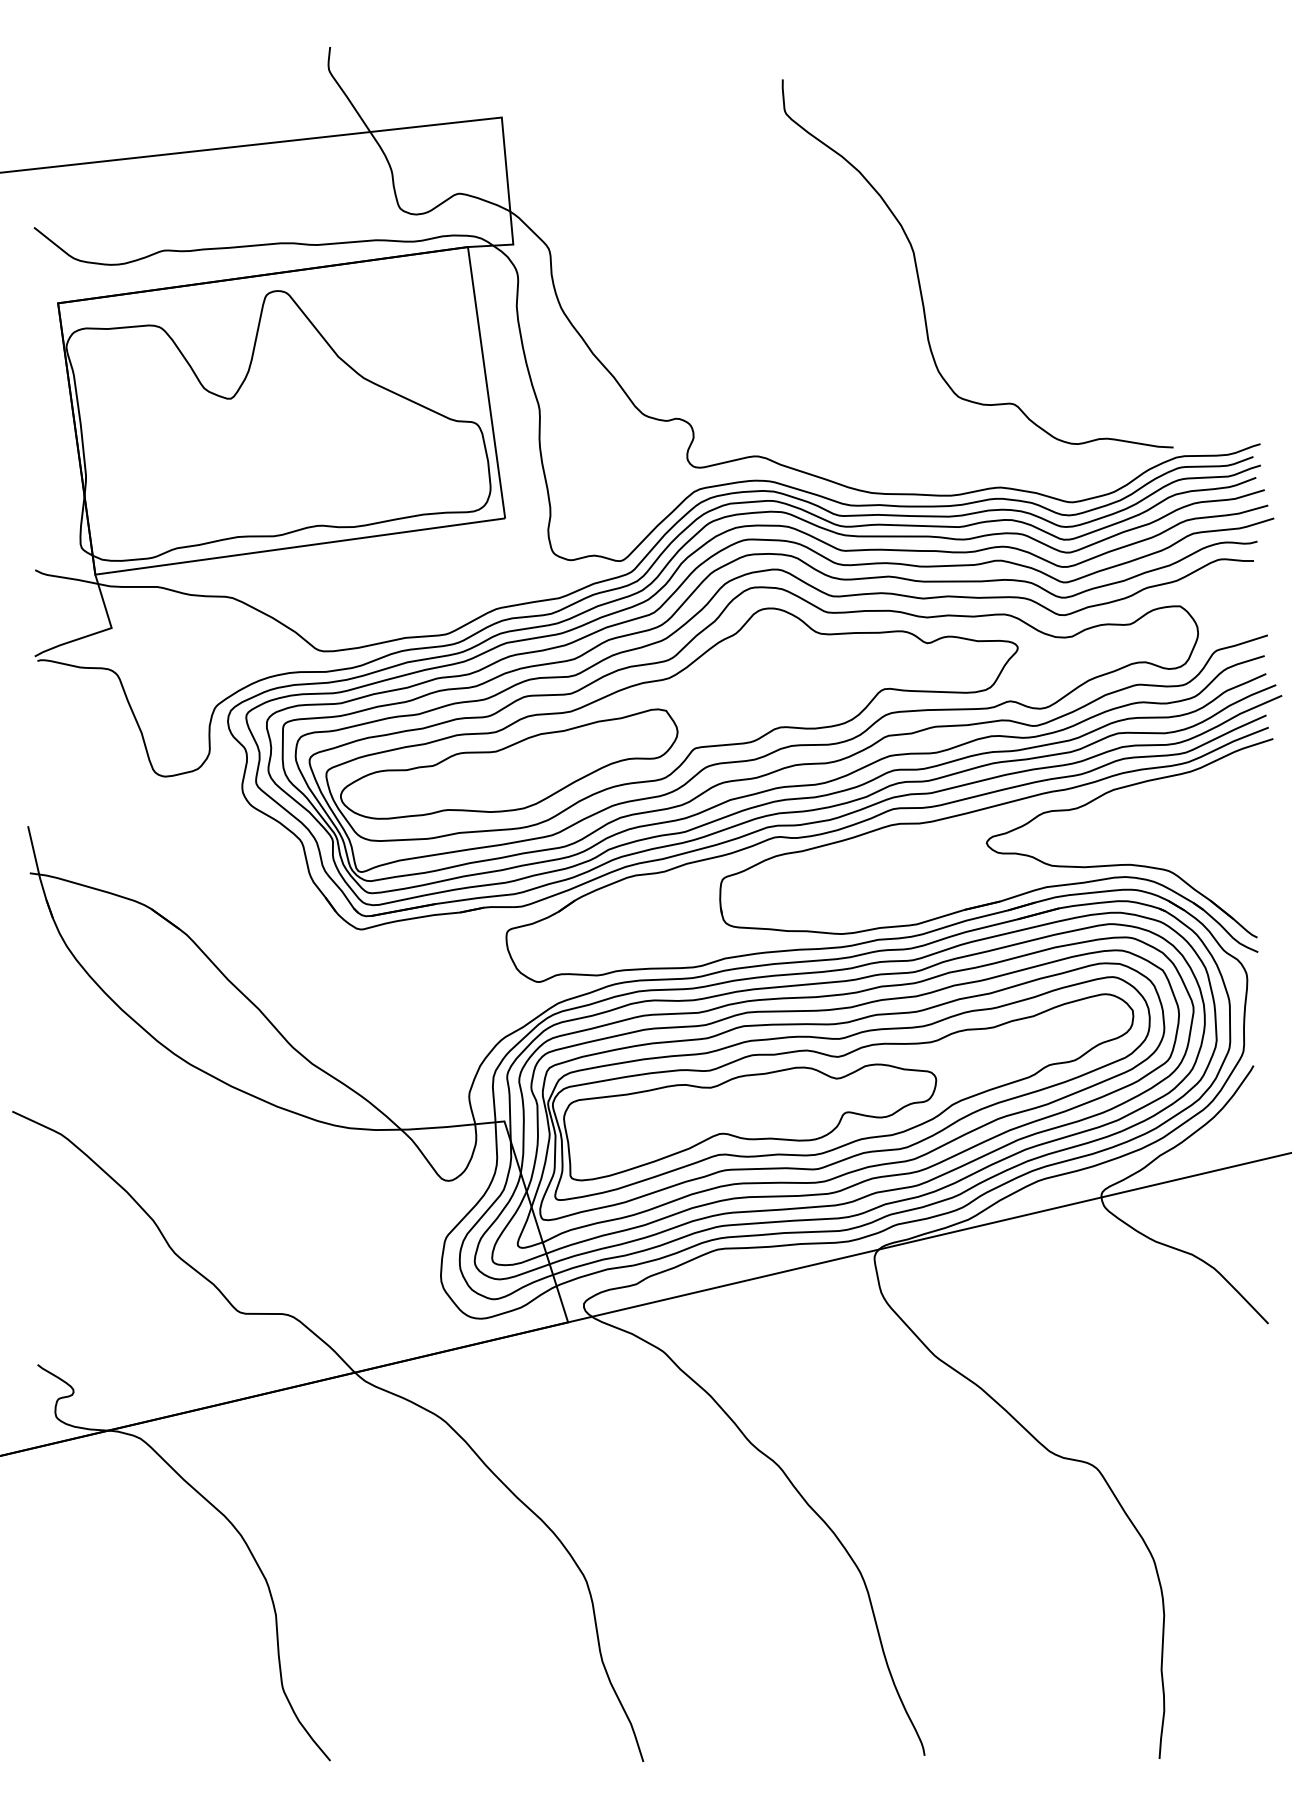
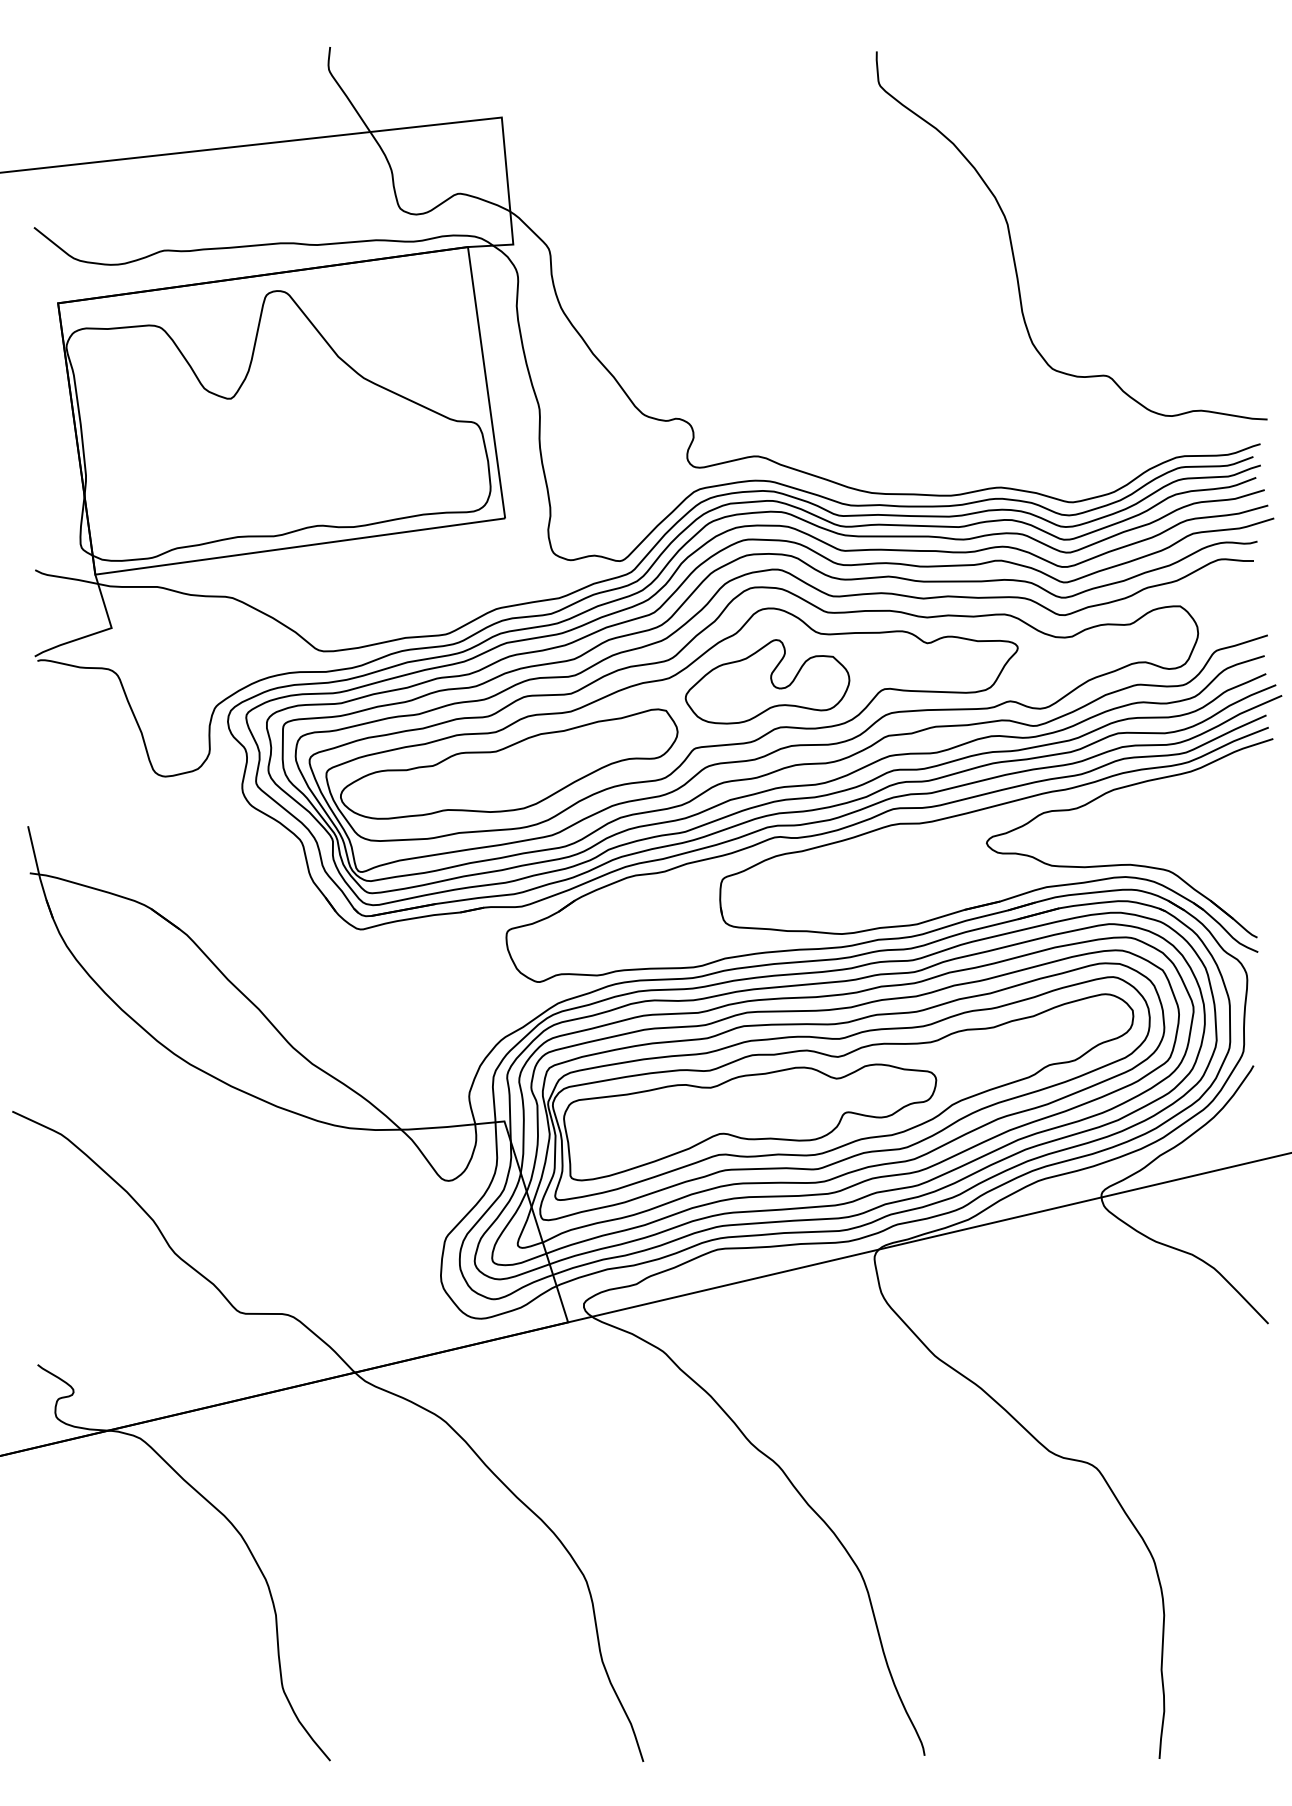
curve at (919, 277) position: (919, 277) -> (1013, 249)
part at (767, 681): none -> present
